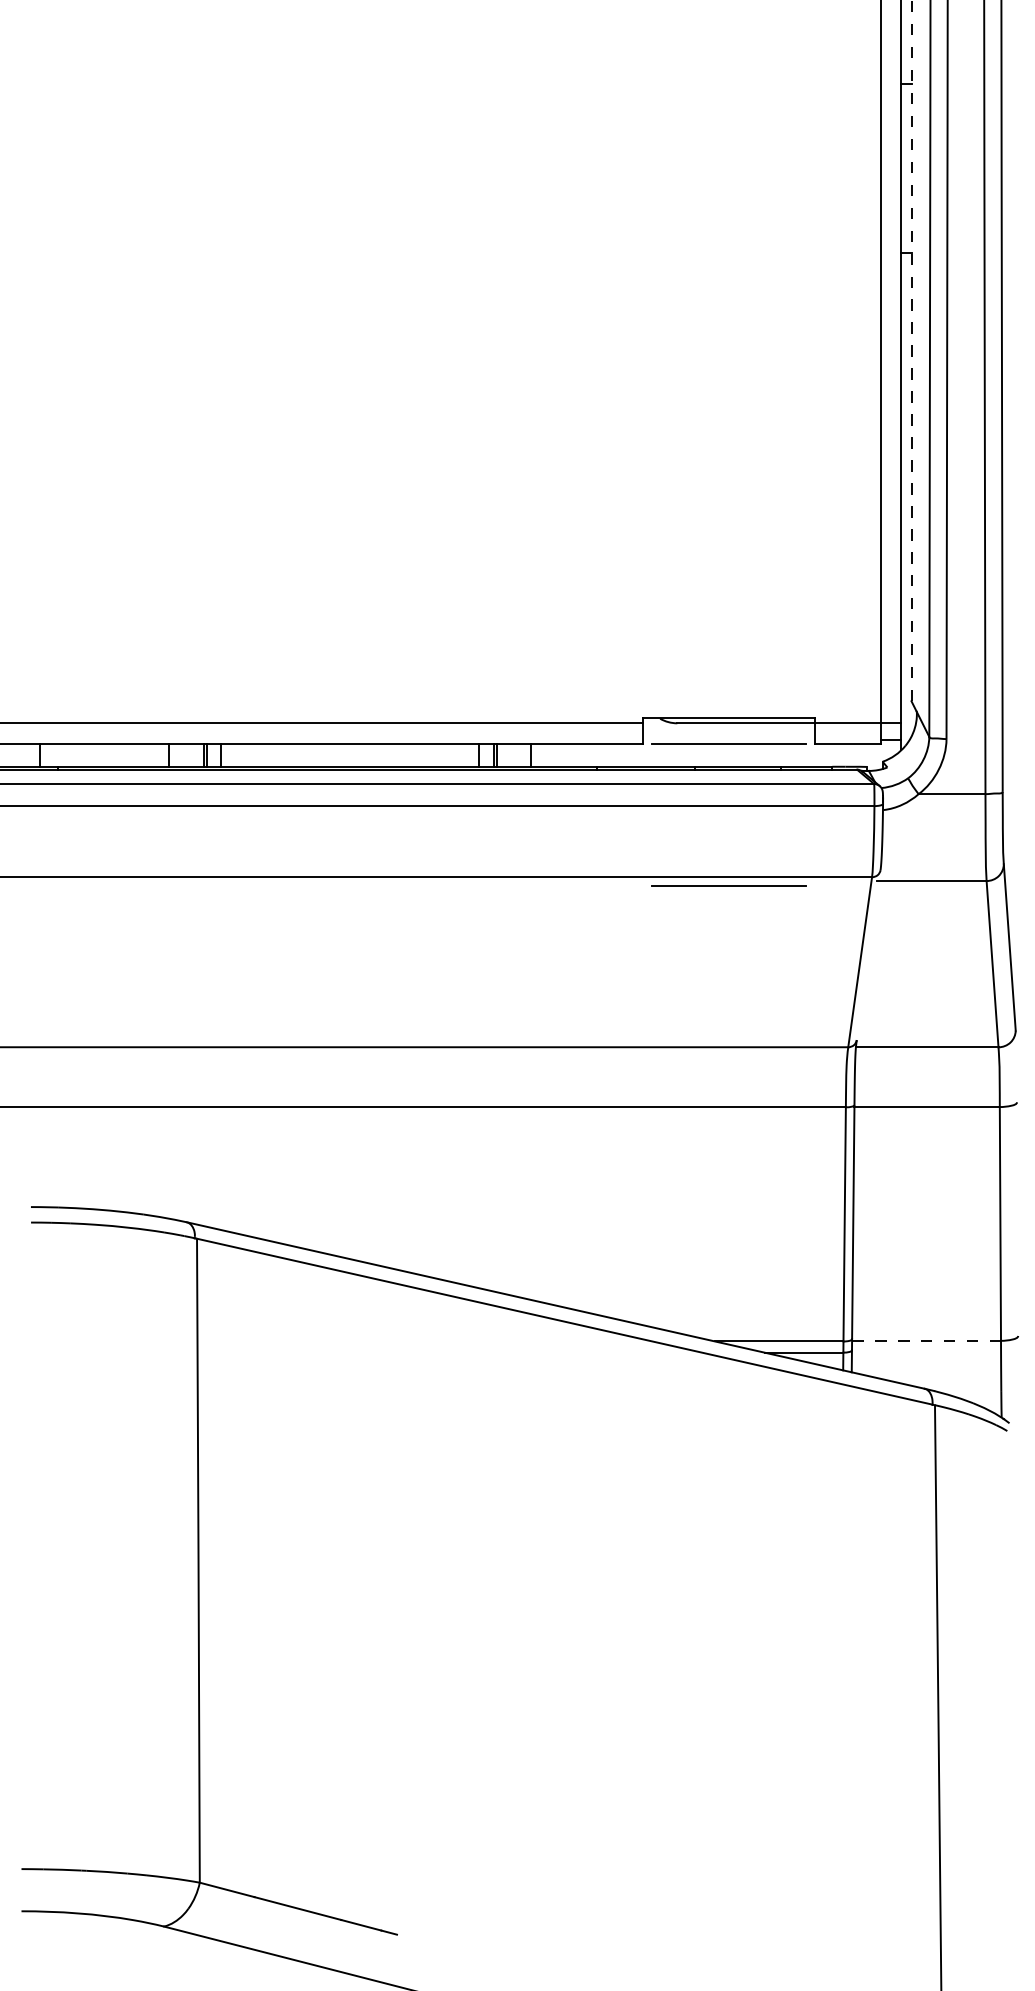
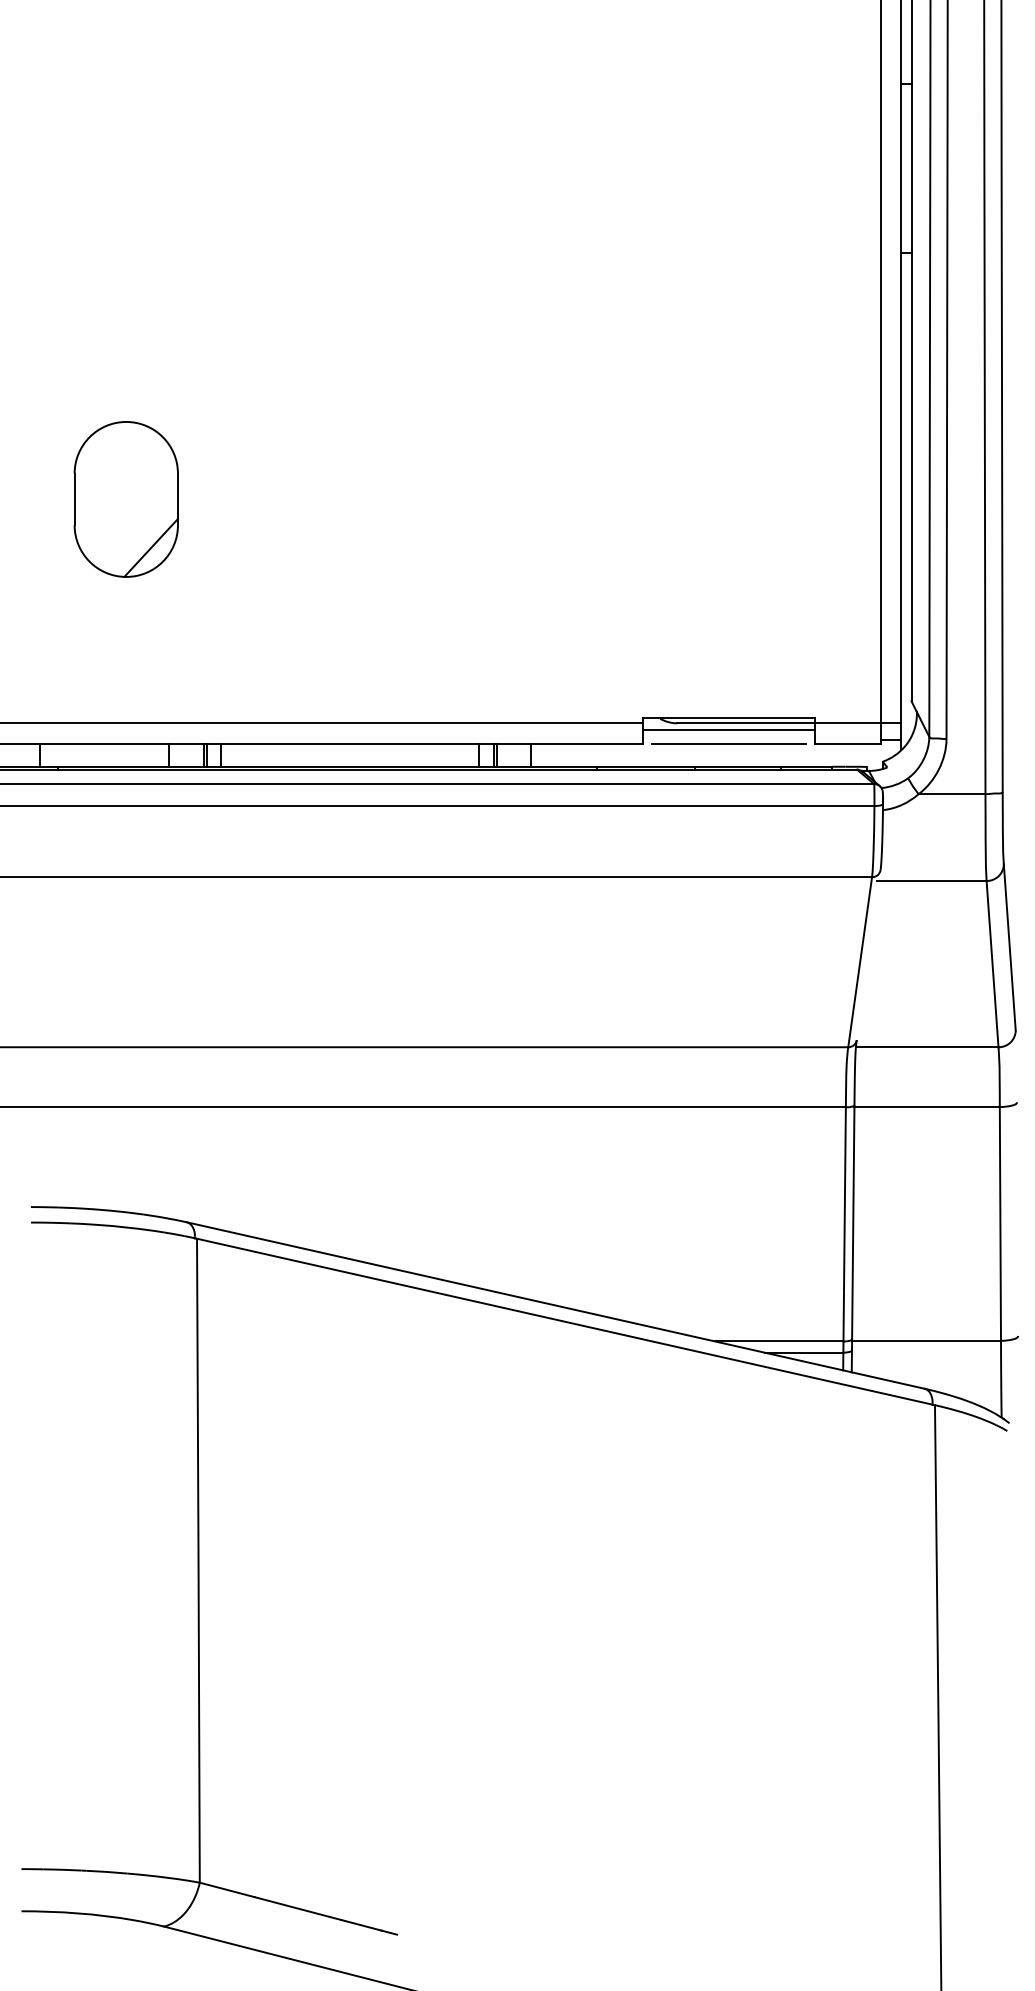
line at (911, 350): dashed -> solid
part at (125, 499): none -> present
line at (728, 730): none -> present
line at (728, 885): present -> none
line at (927, 1340): dashed -> solid
